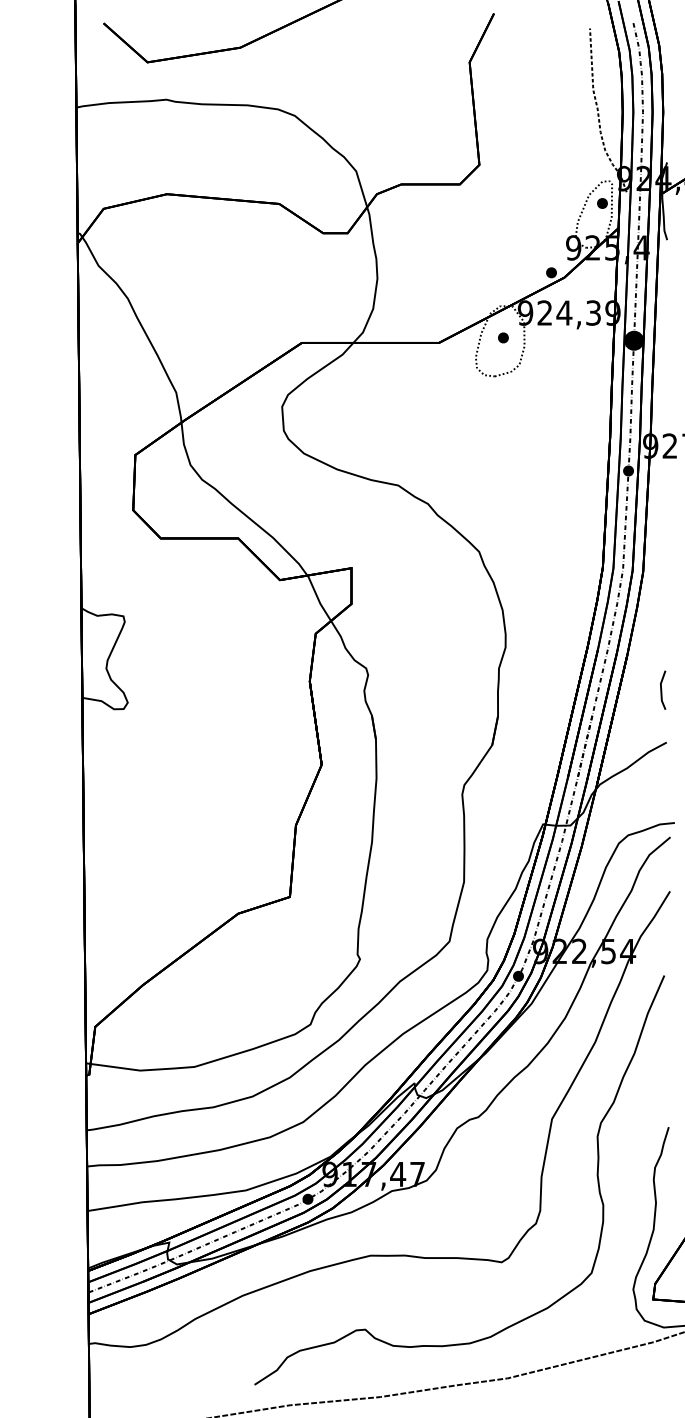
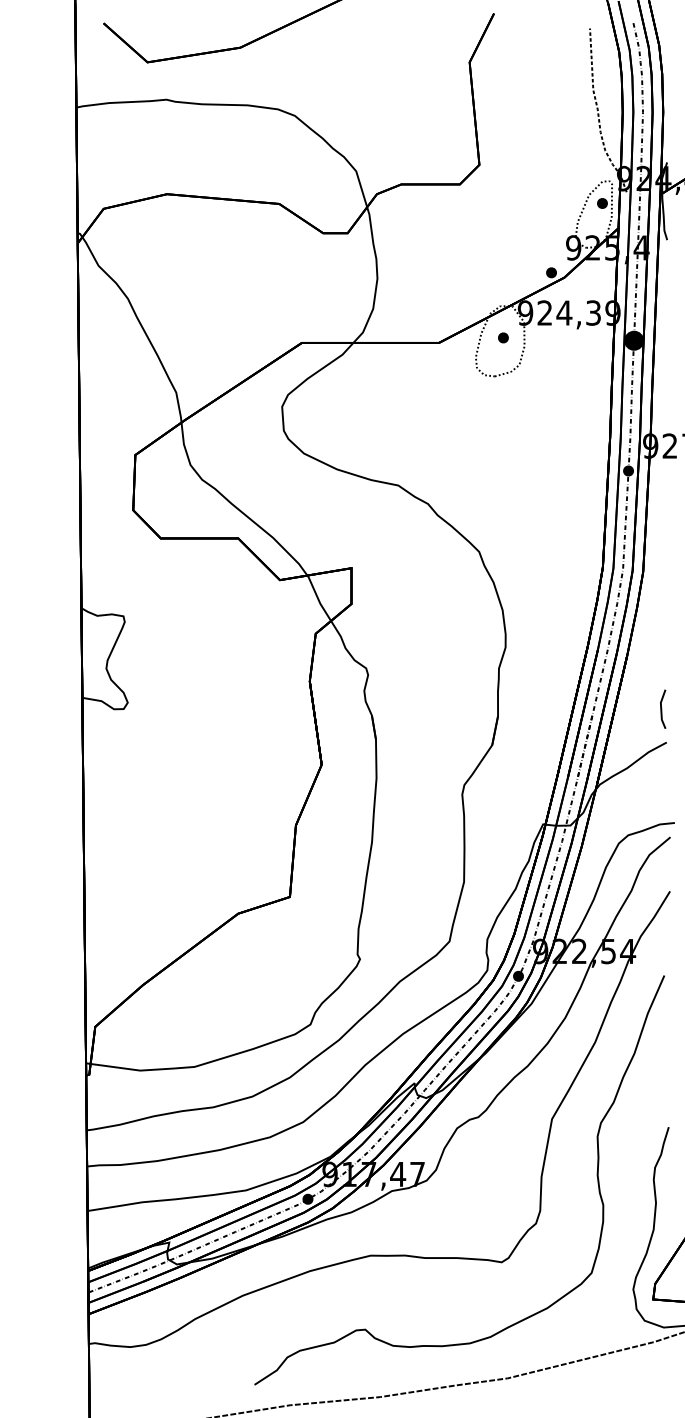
line at (662, 689) position: (662, 689) -> (662, 708)
